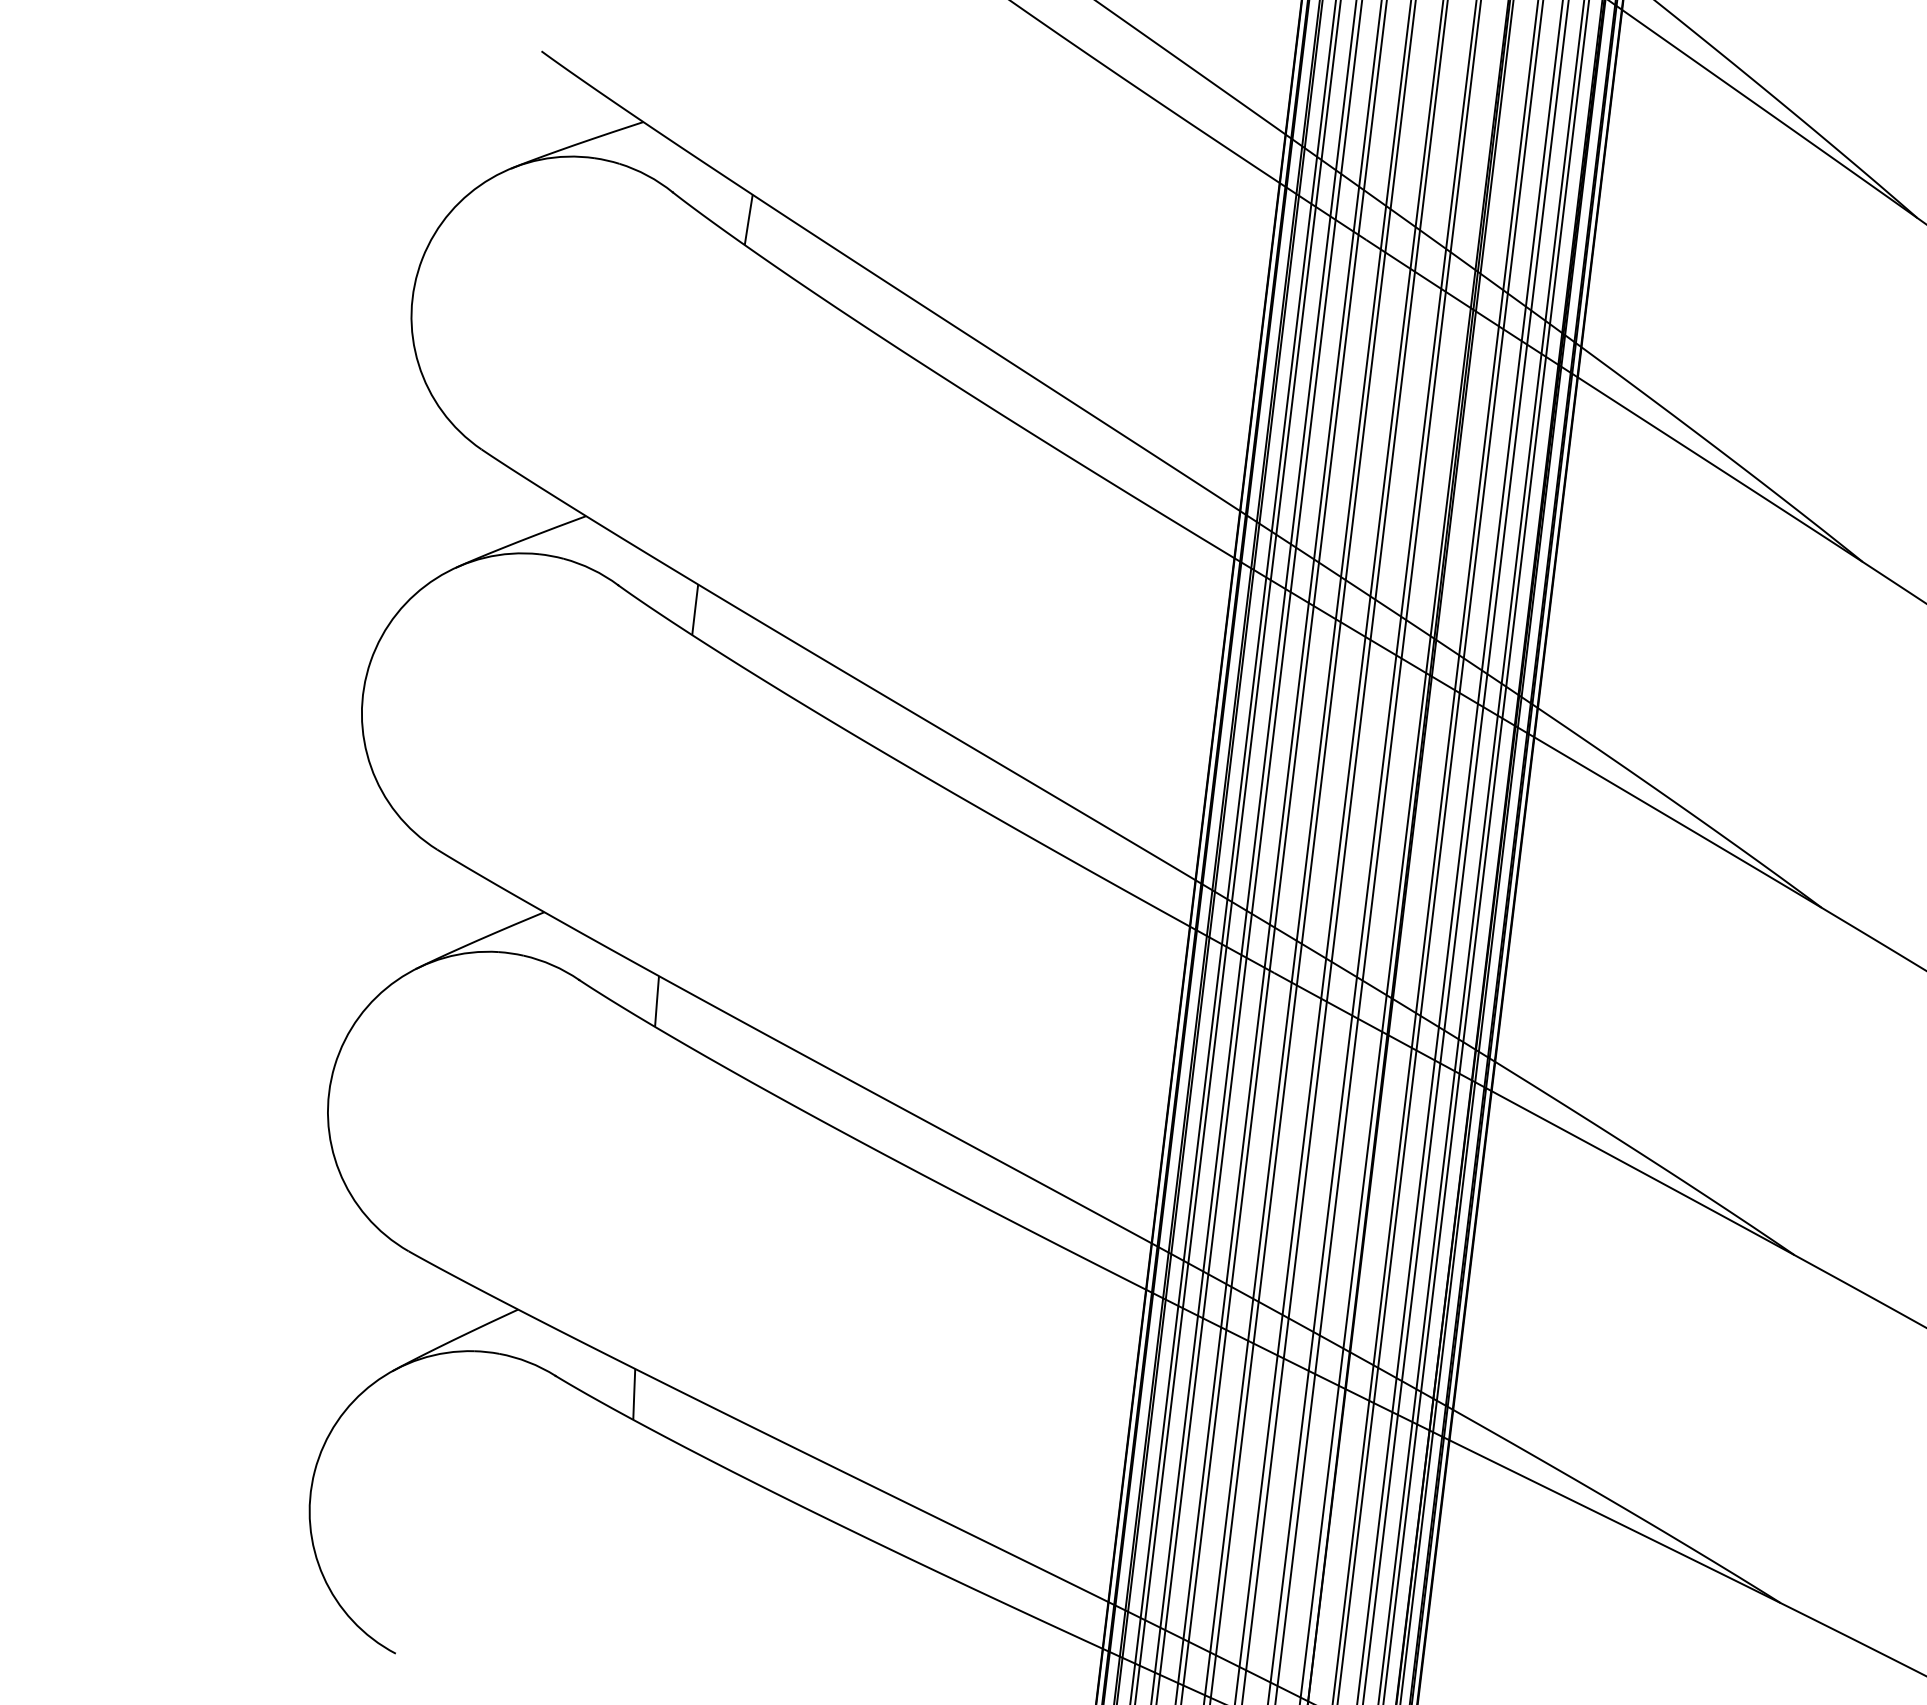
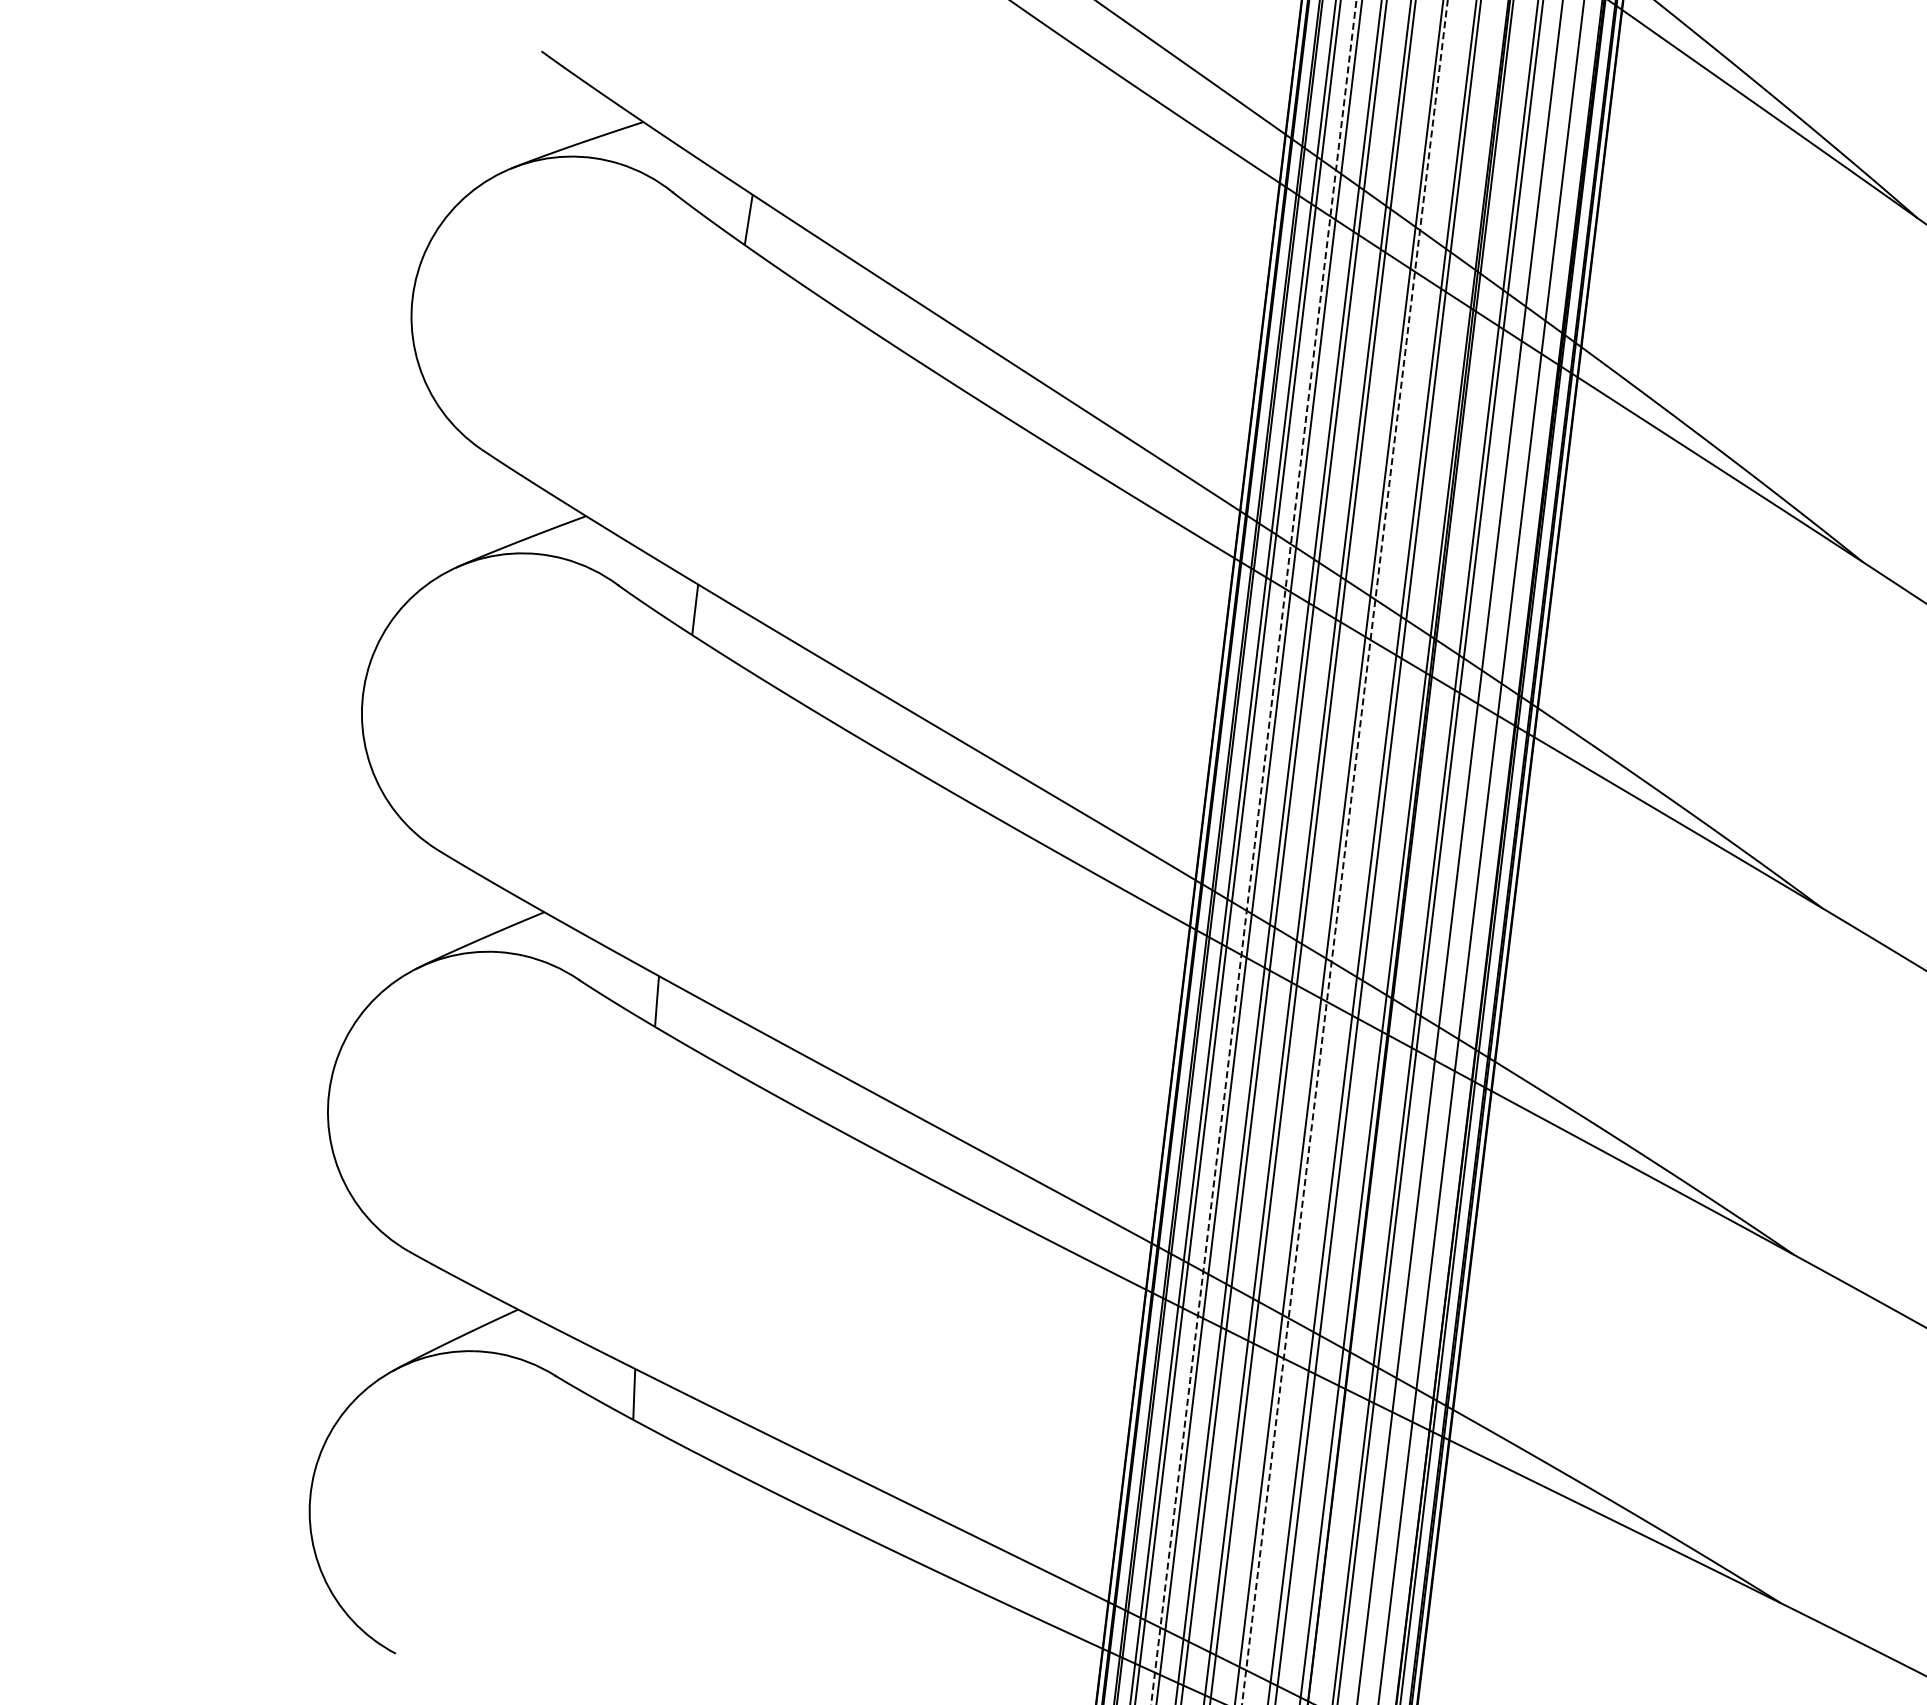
line at (1465, 851): present -> none
line at (1485, 851): present -> none
line at (1253, 852): solid -> dashed
line at (1344, 853): solid -> dashed
